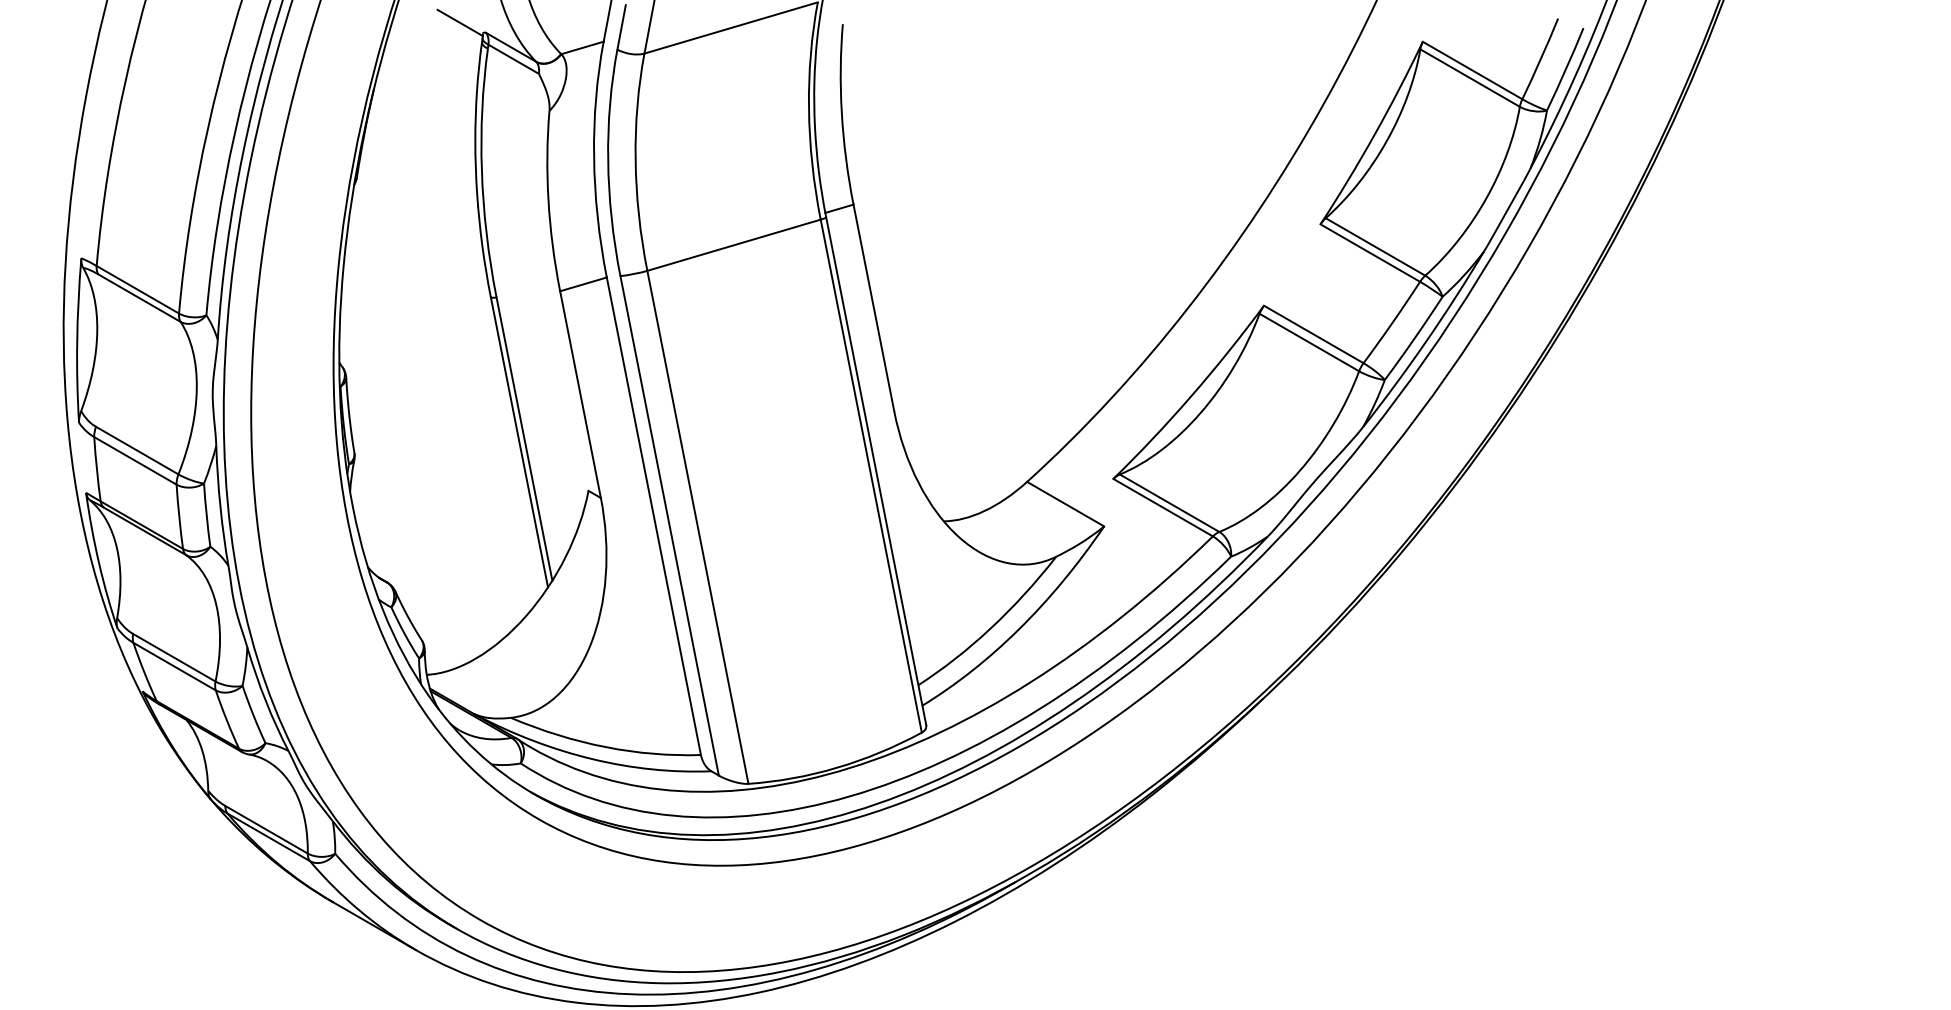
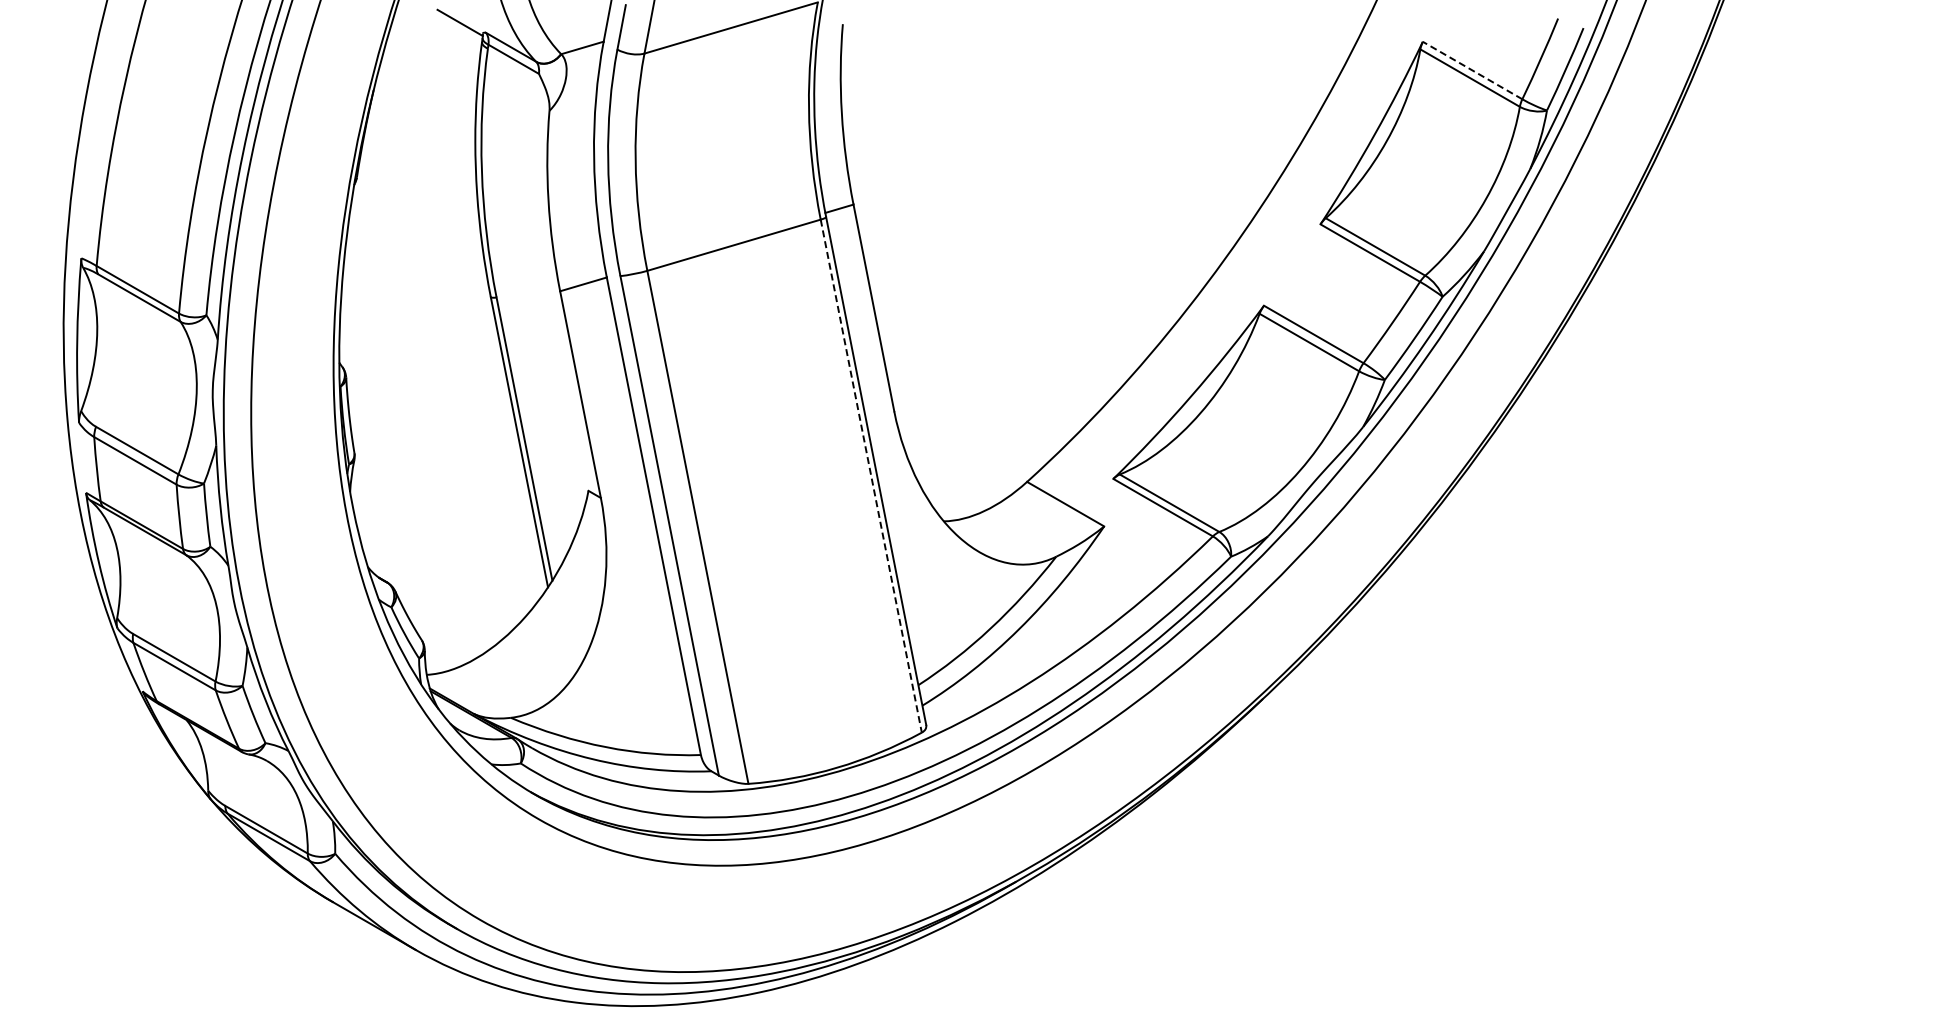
line at (1472, 70): solid -> dashed
line at (871, 476): solid -> dashed
